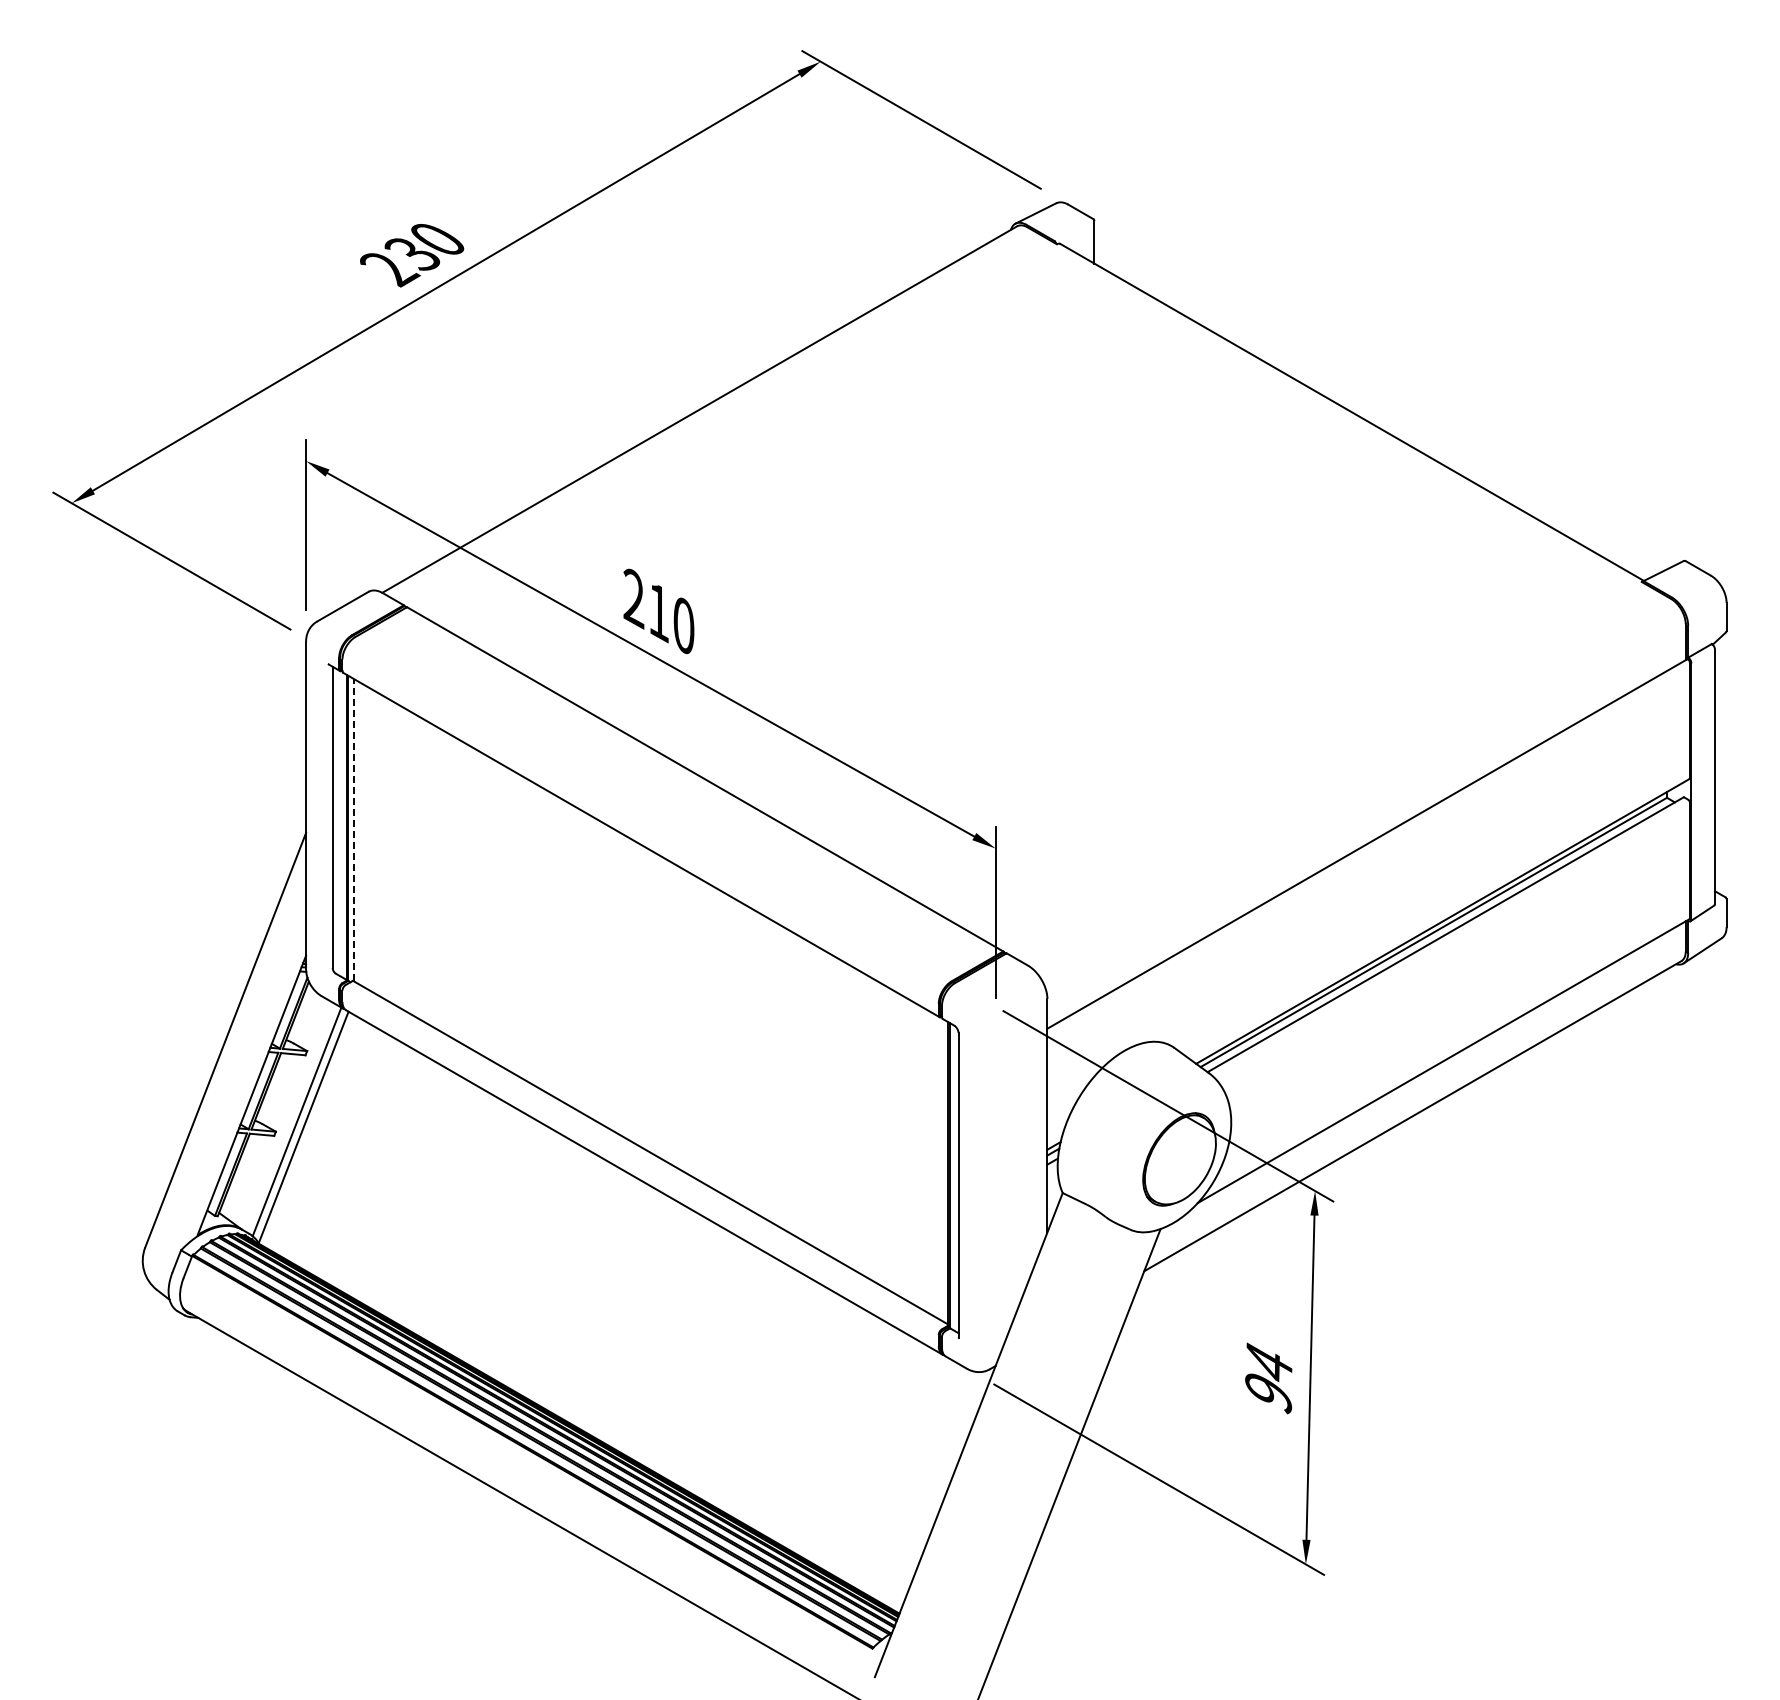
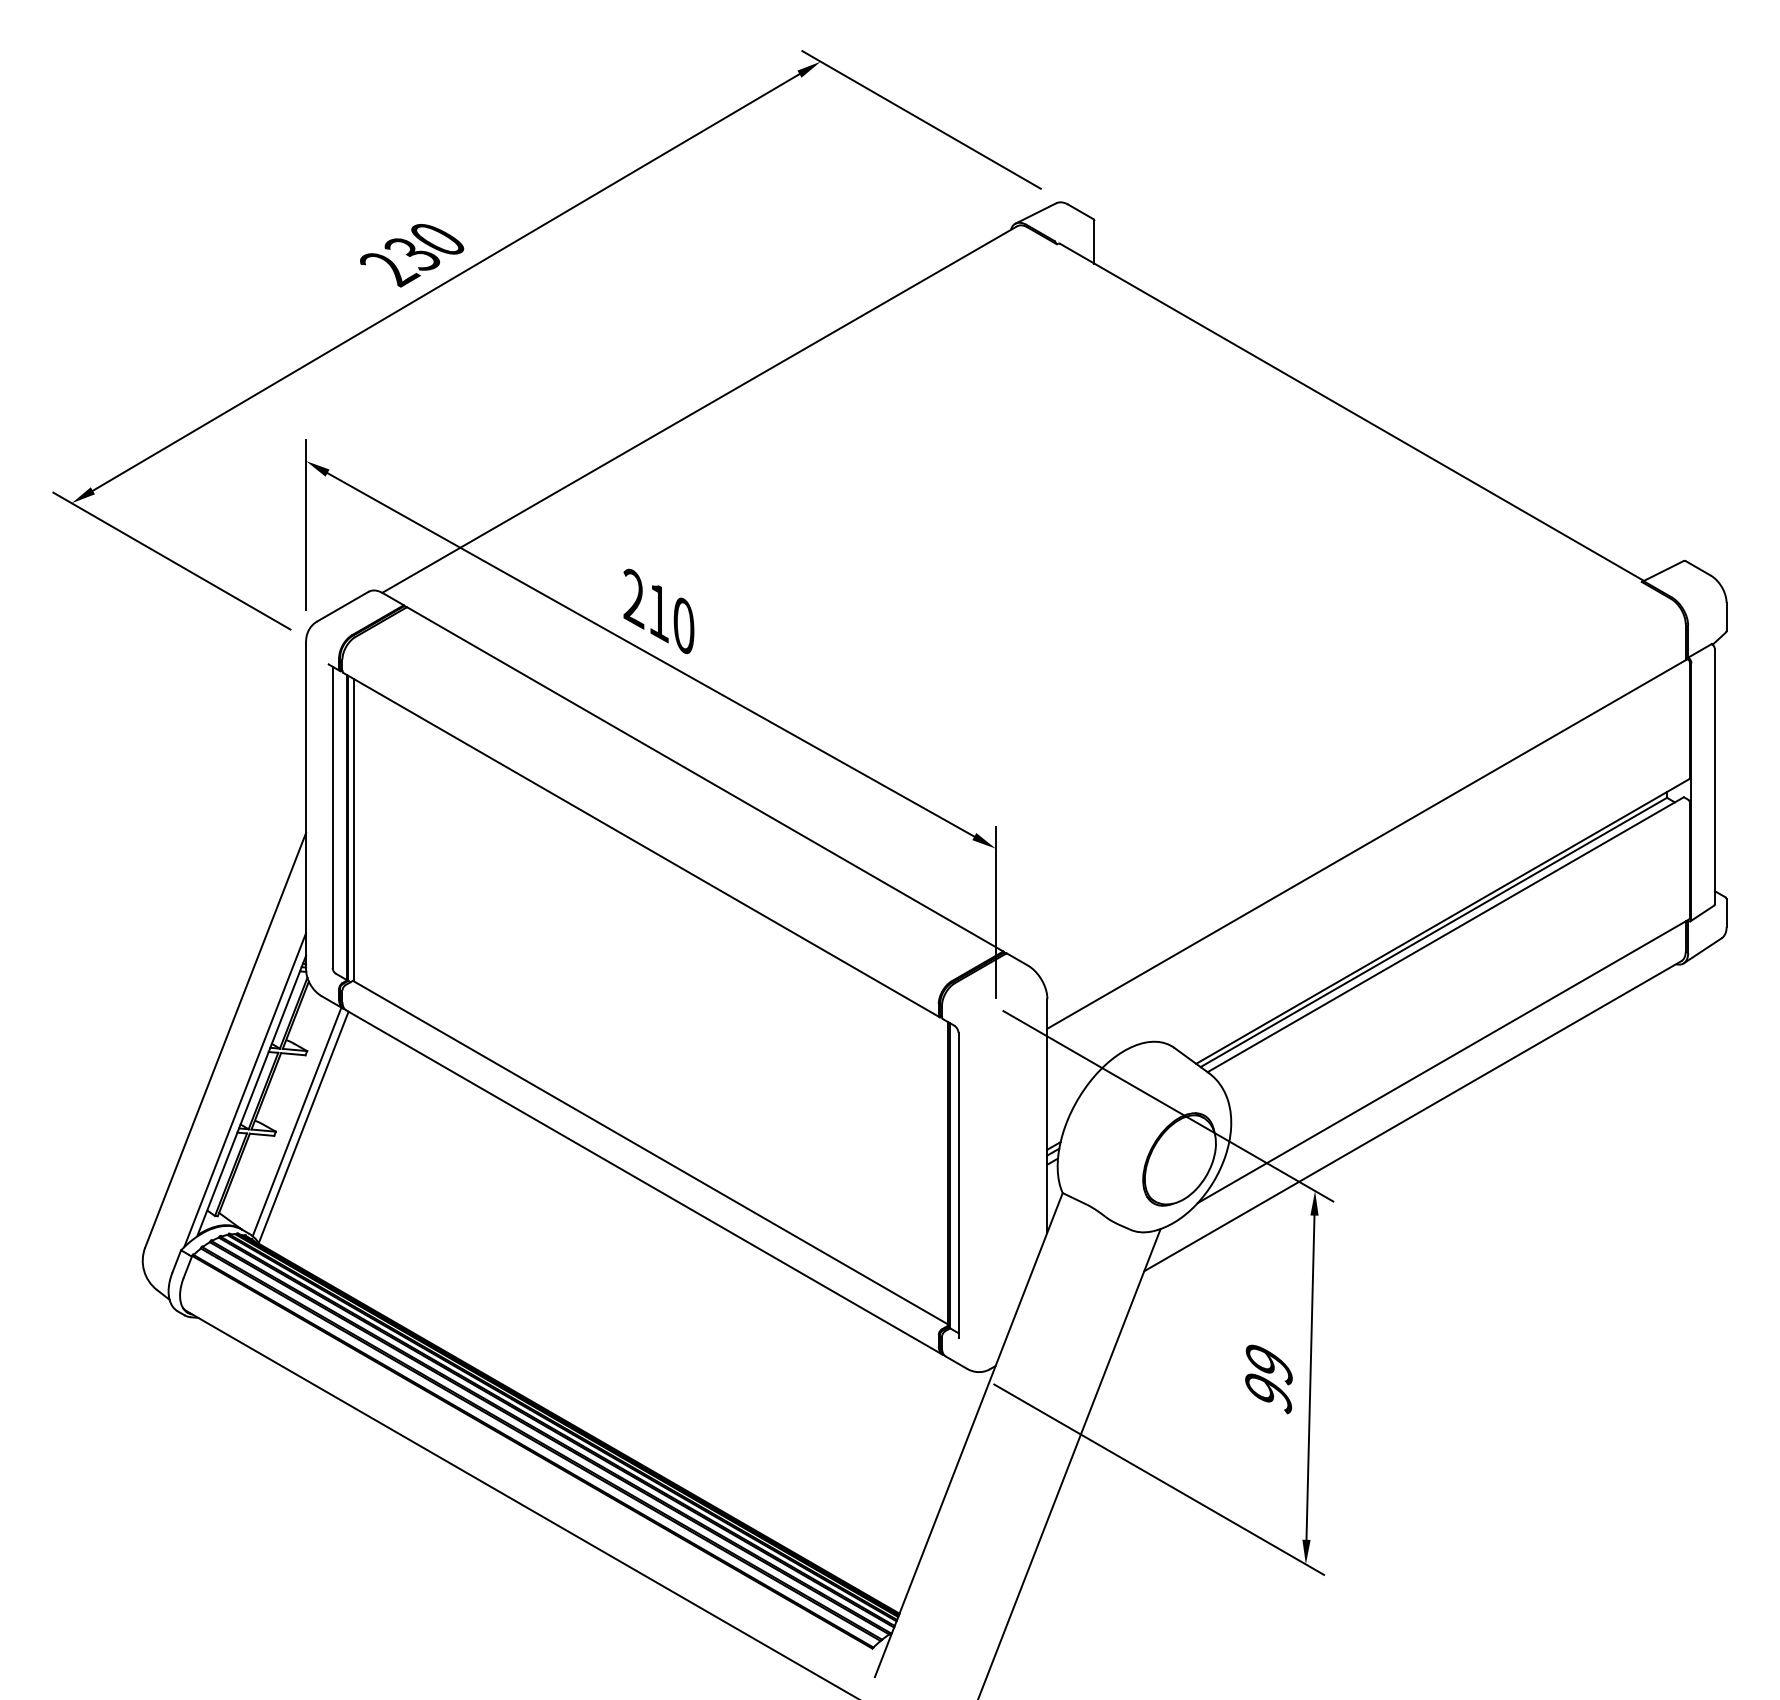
line at (353, 829): dashed -> solid
line at (245, 1090): none -> present
text at (1268, 1363): 94 -> 99
